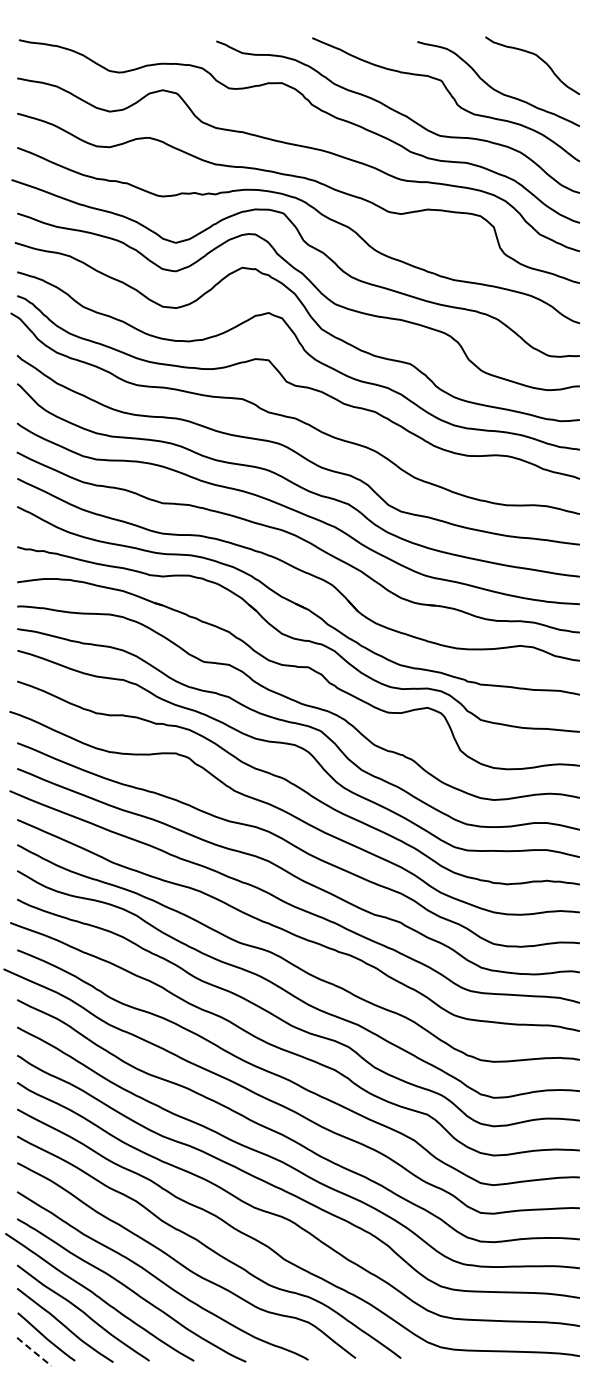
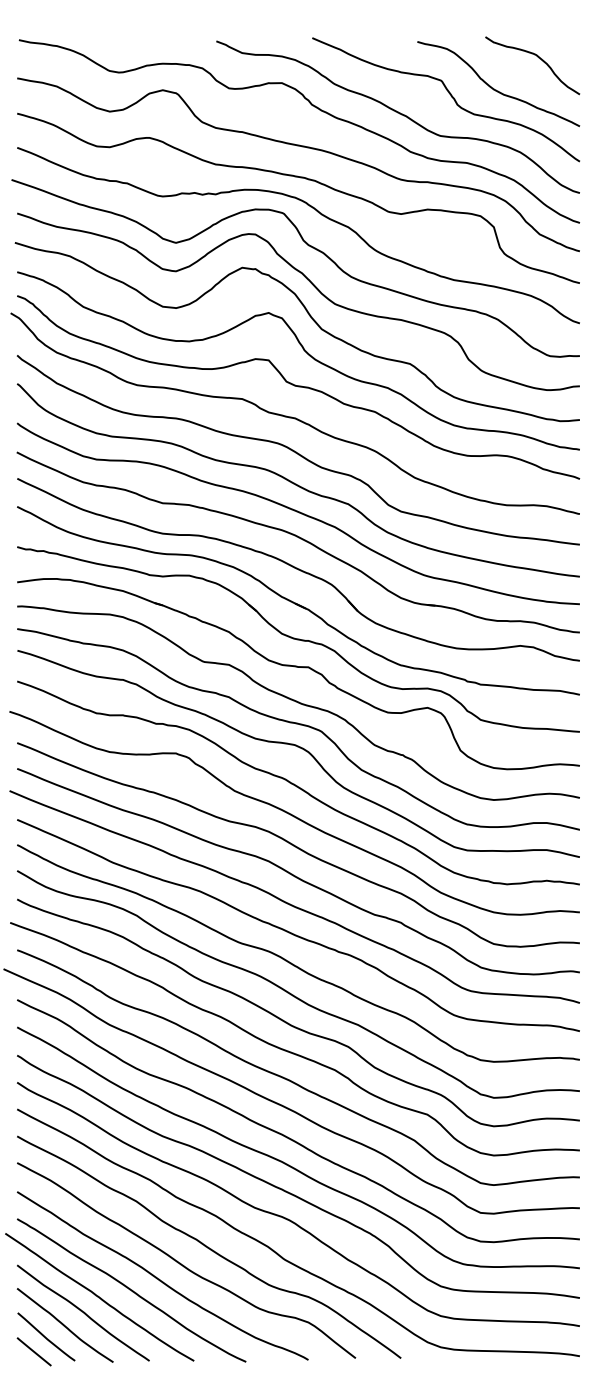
line at (33, 1351): dashed -> solid
